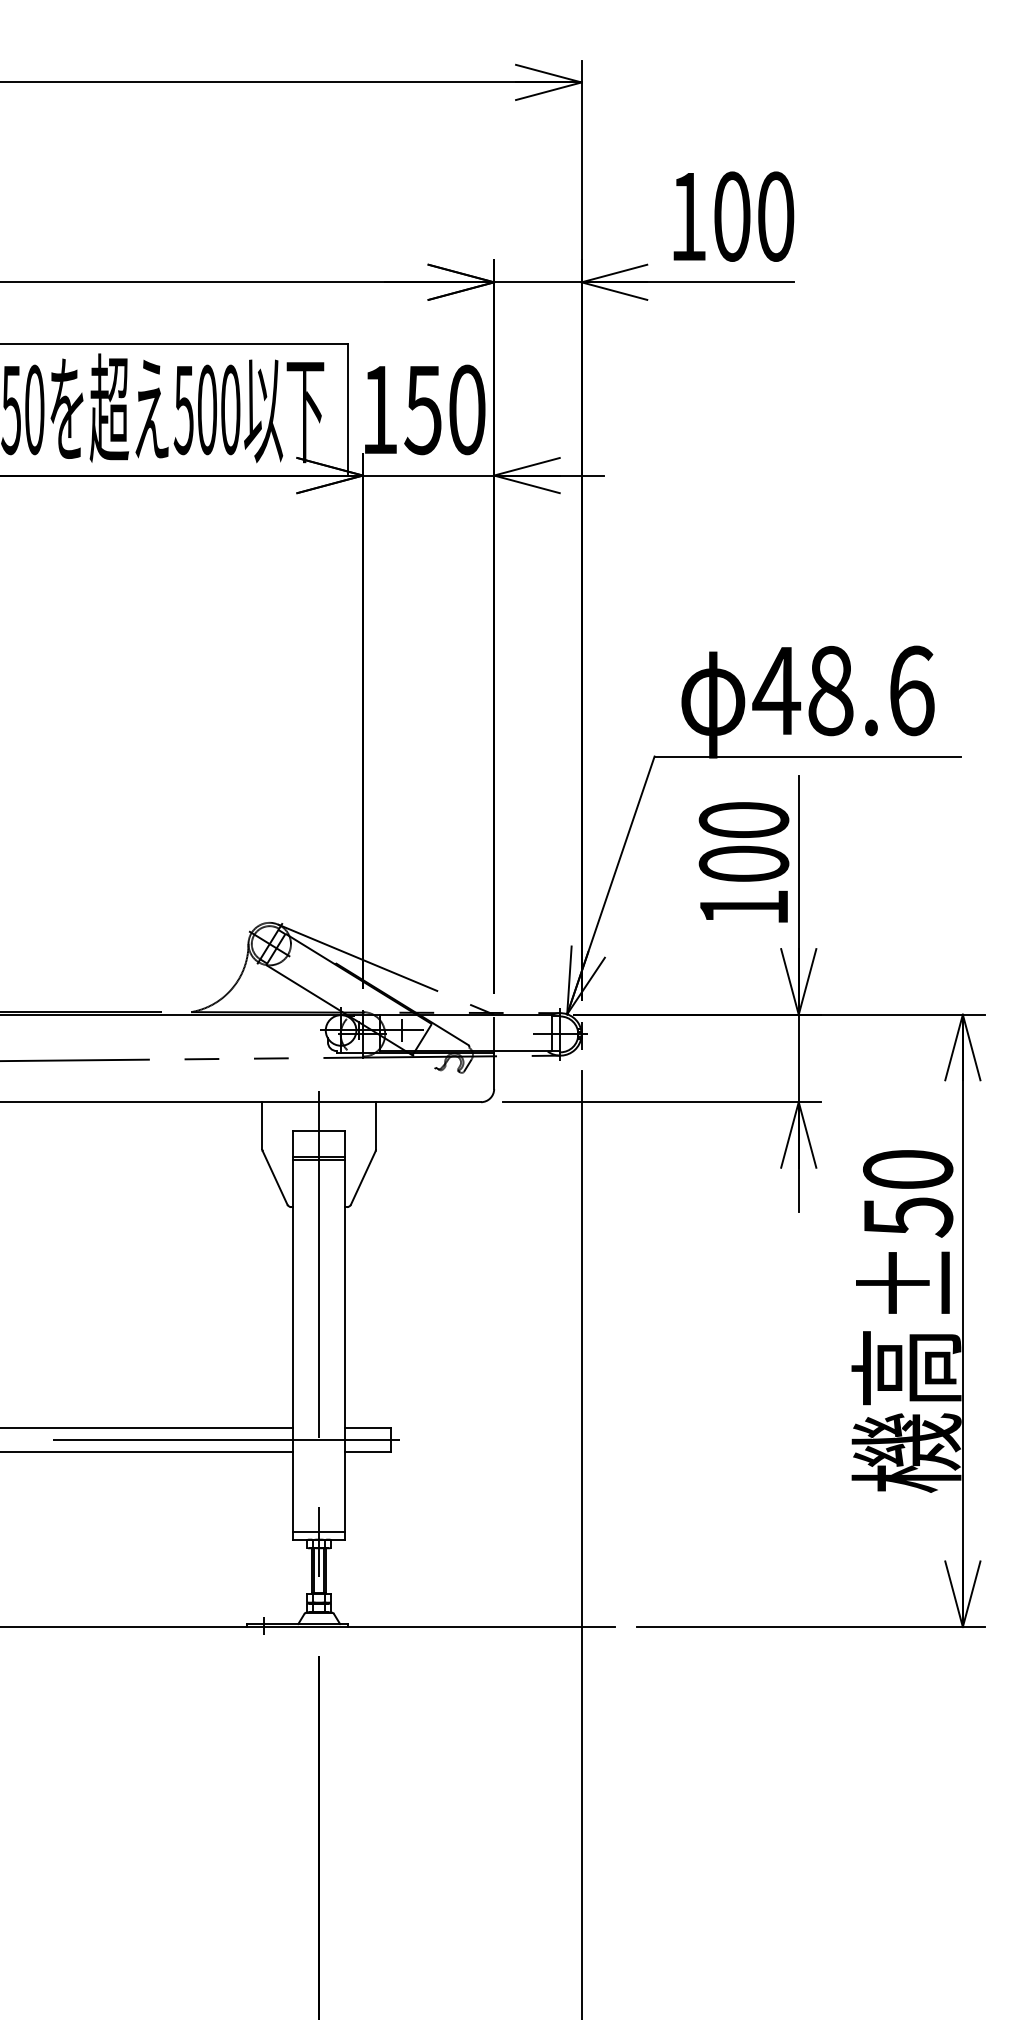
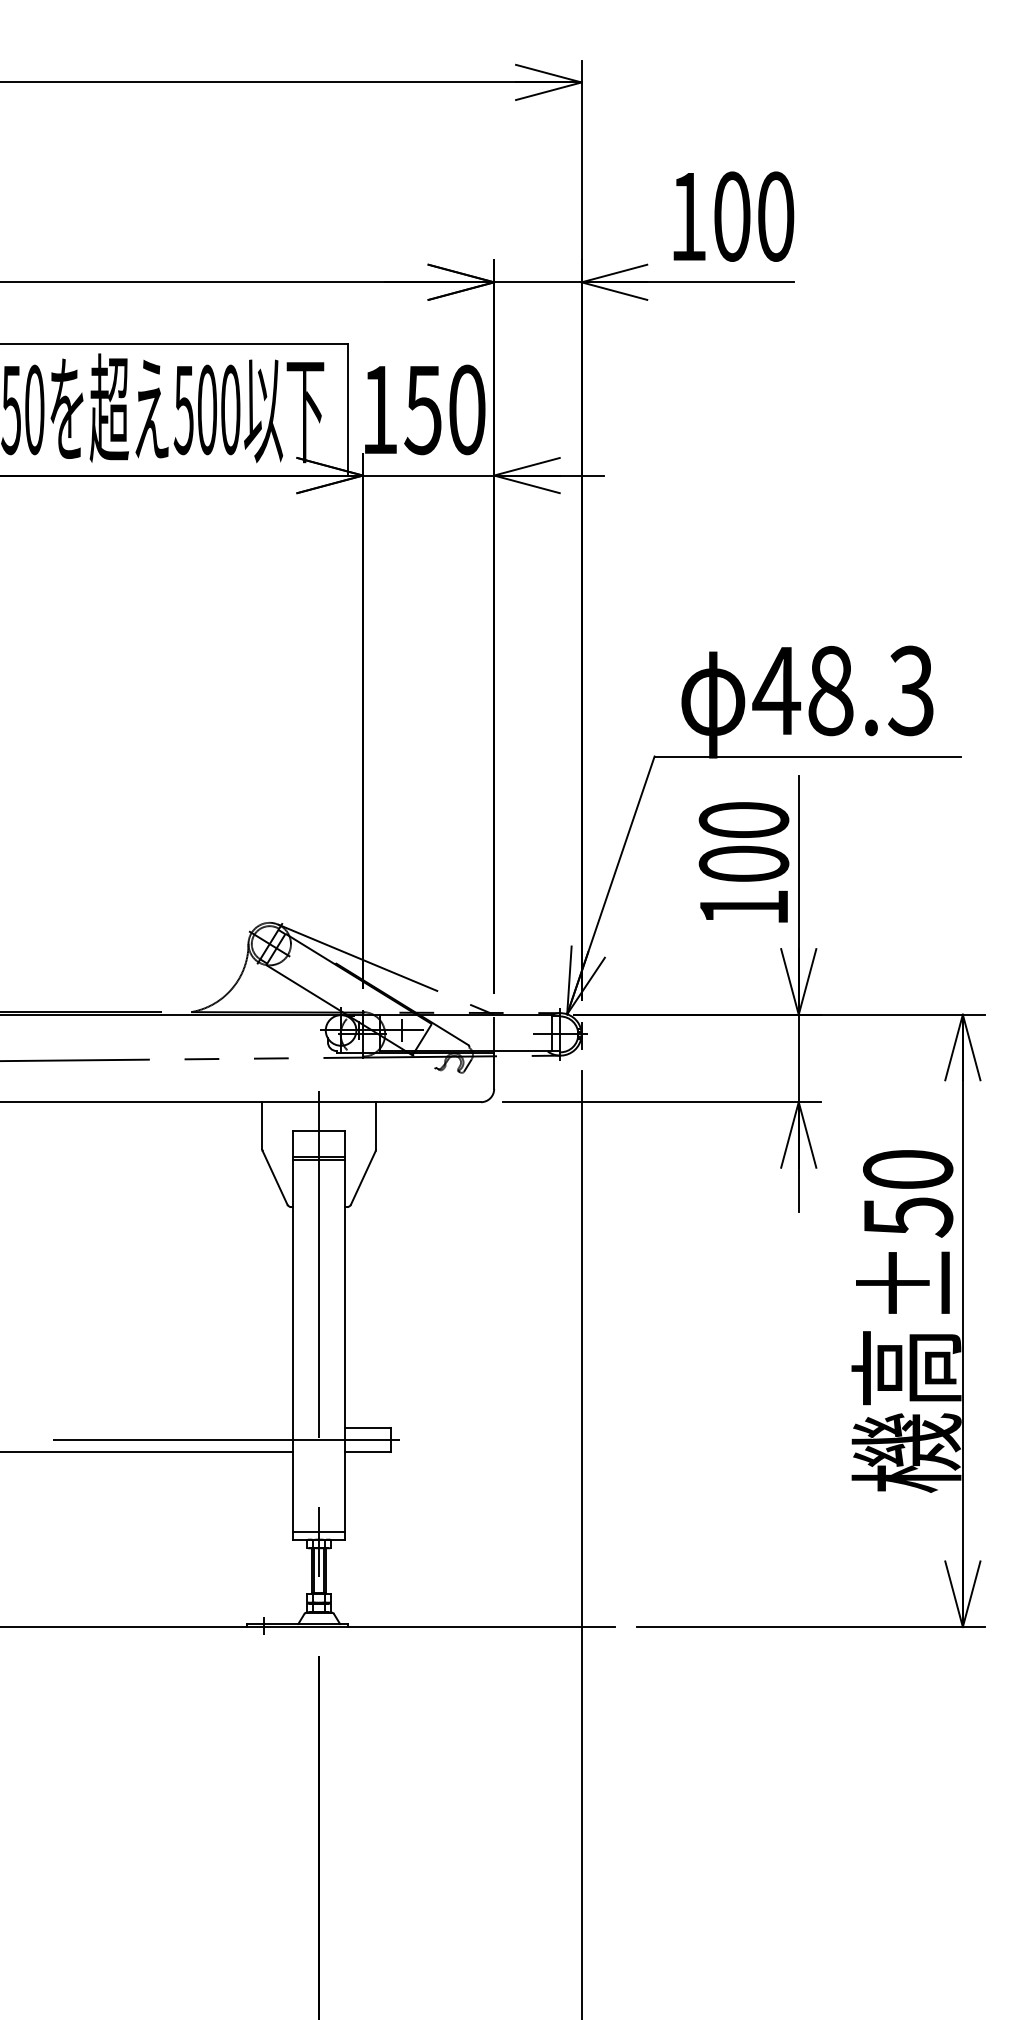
text at (911, 690): 48.6 -> 48.3
line at (147, 1428): present -> none
